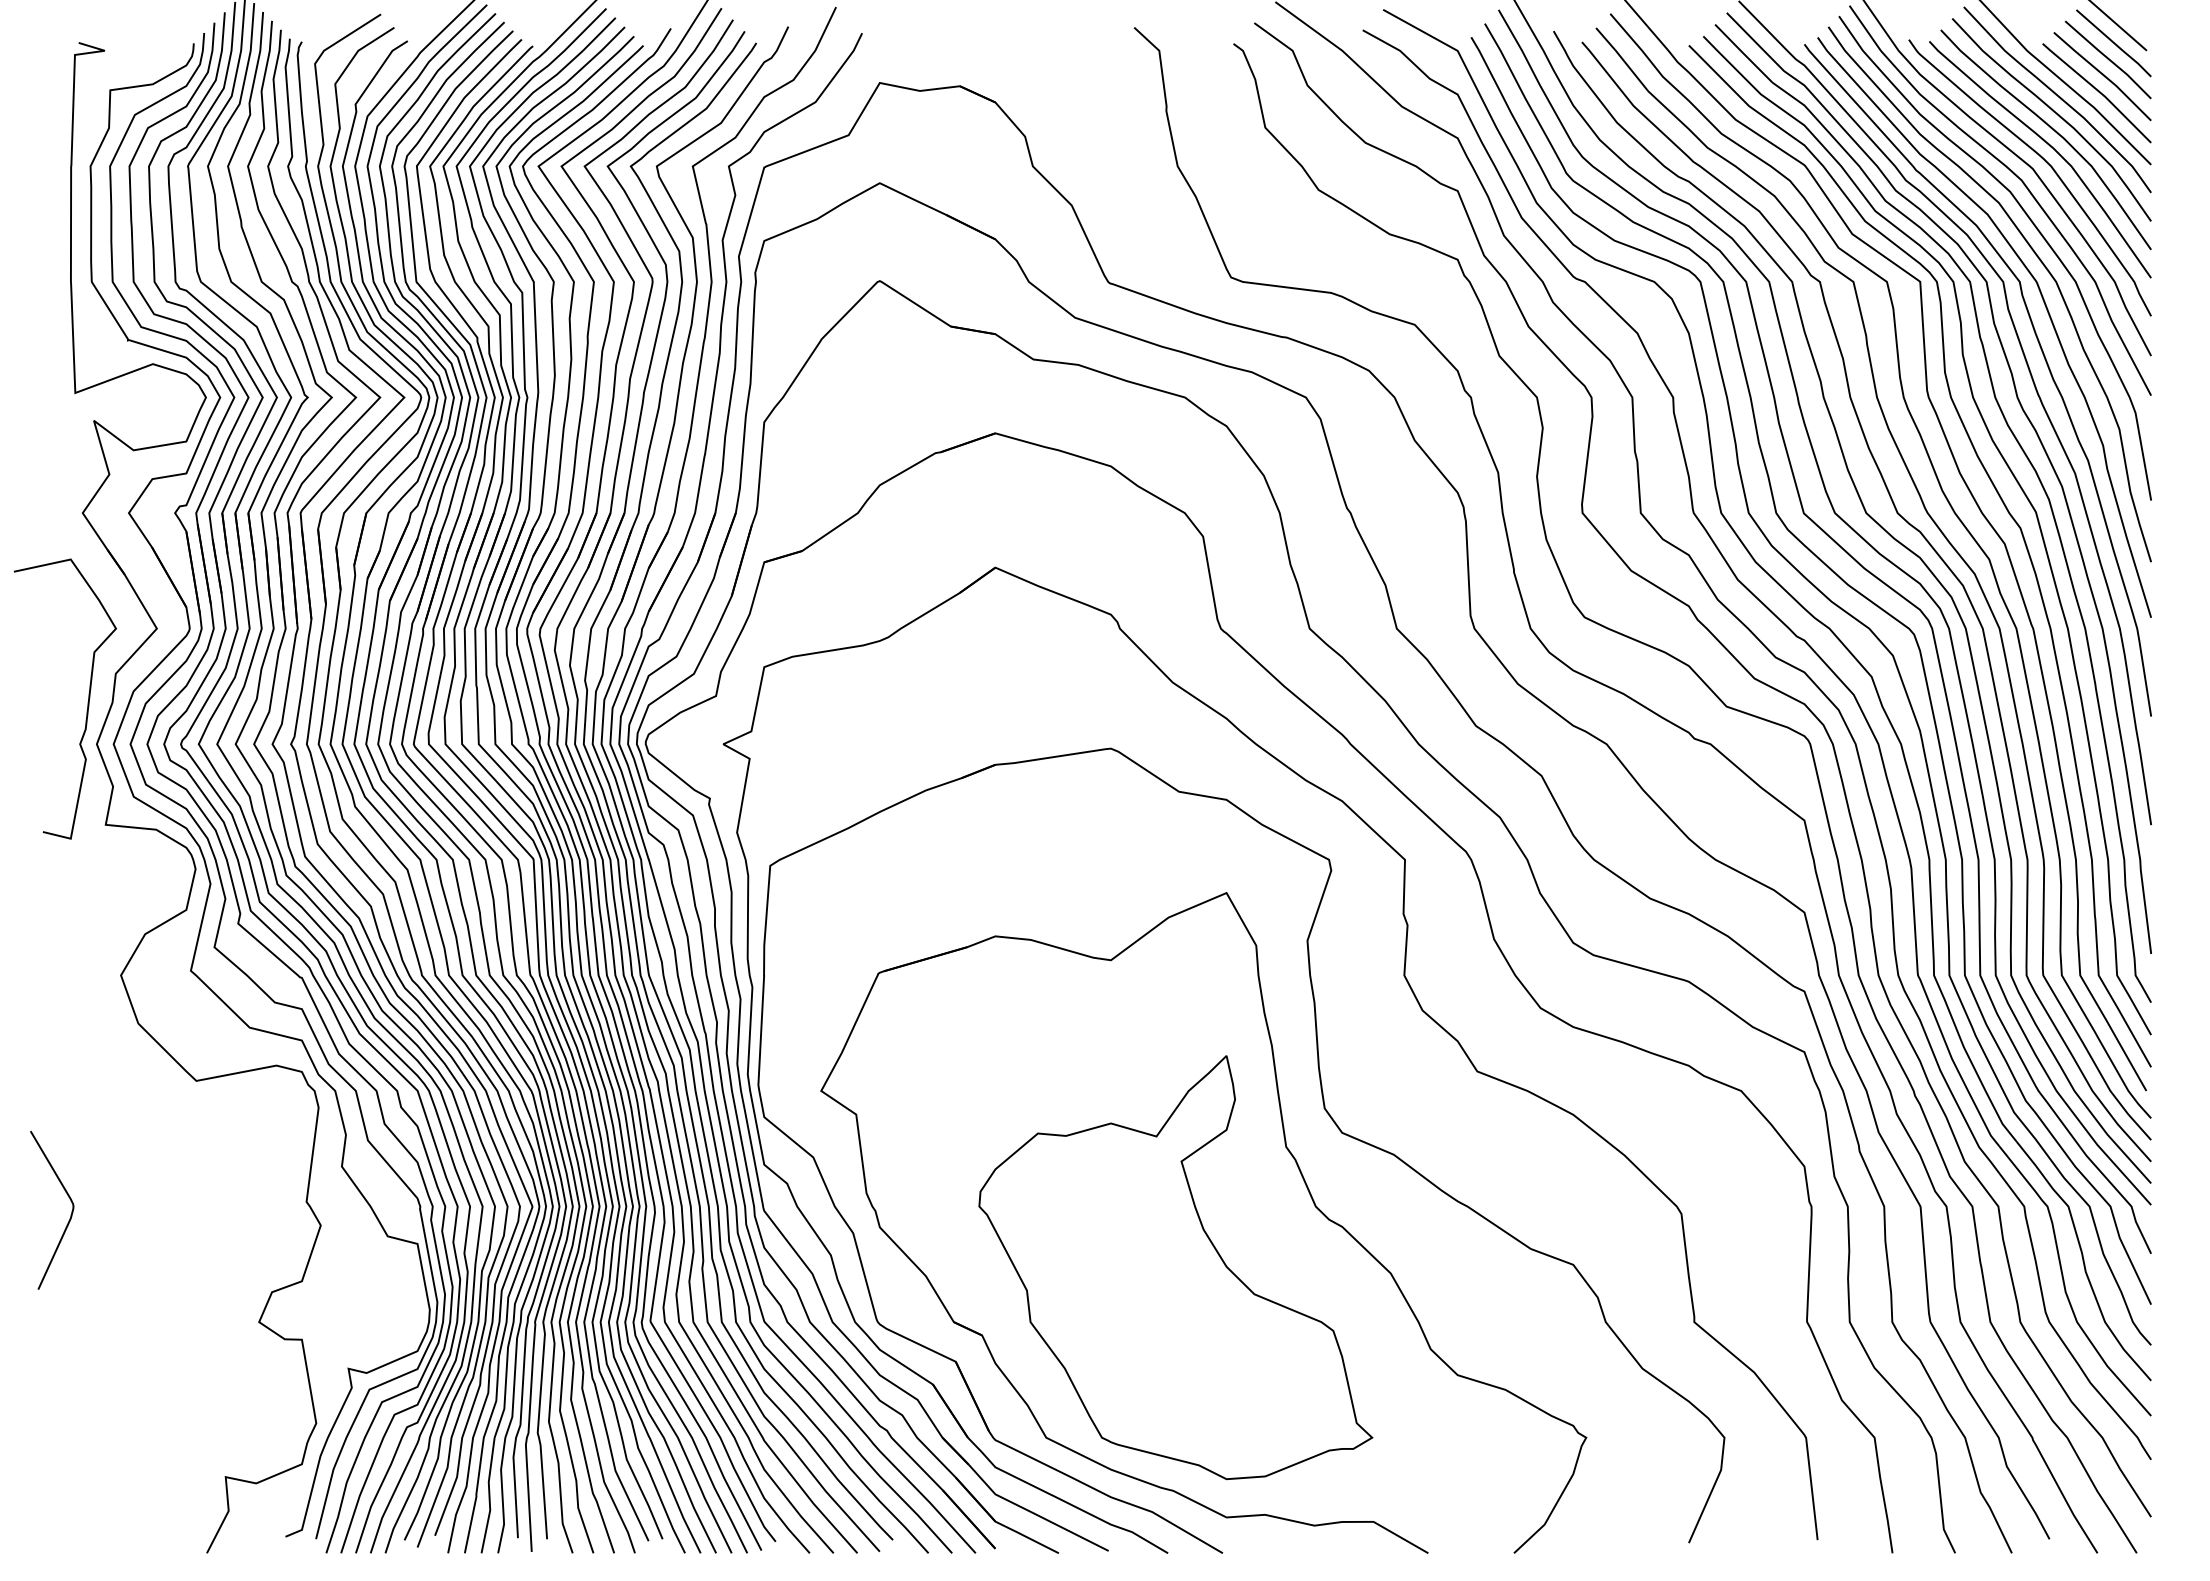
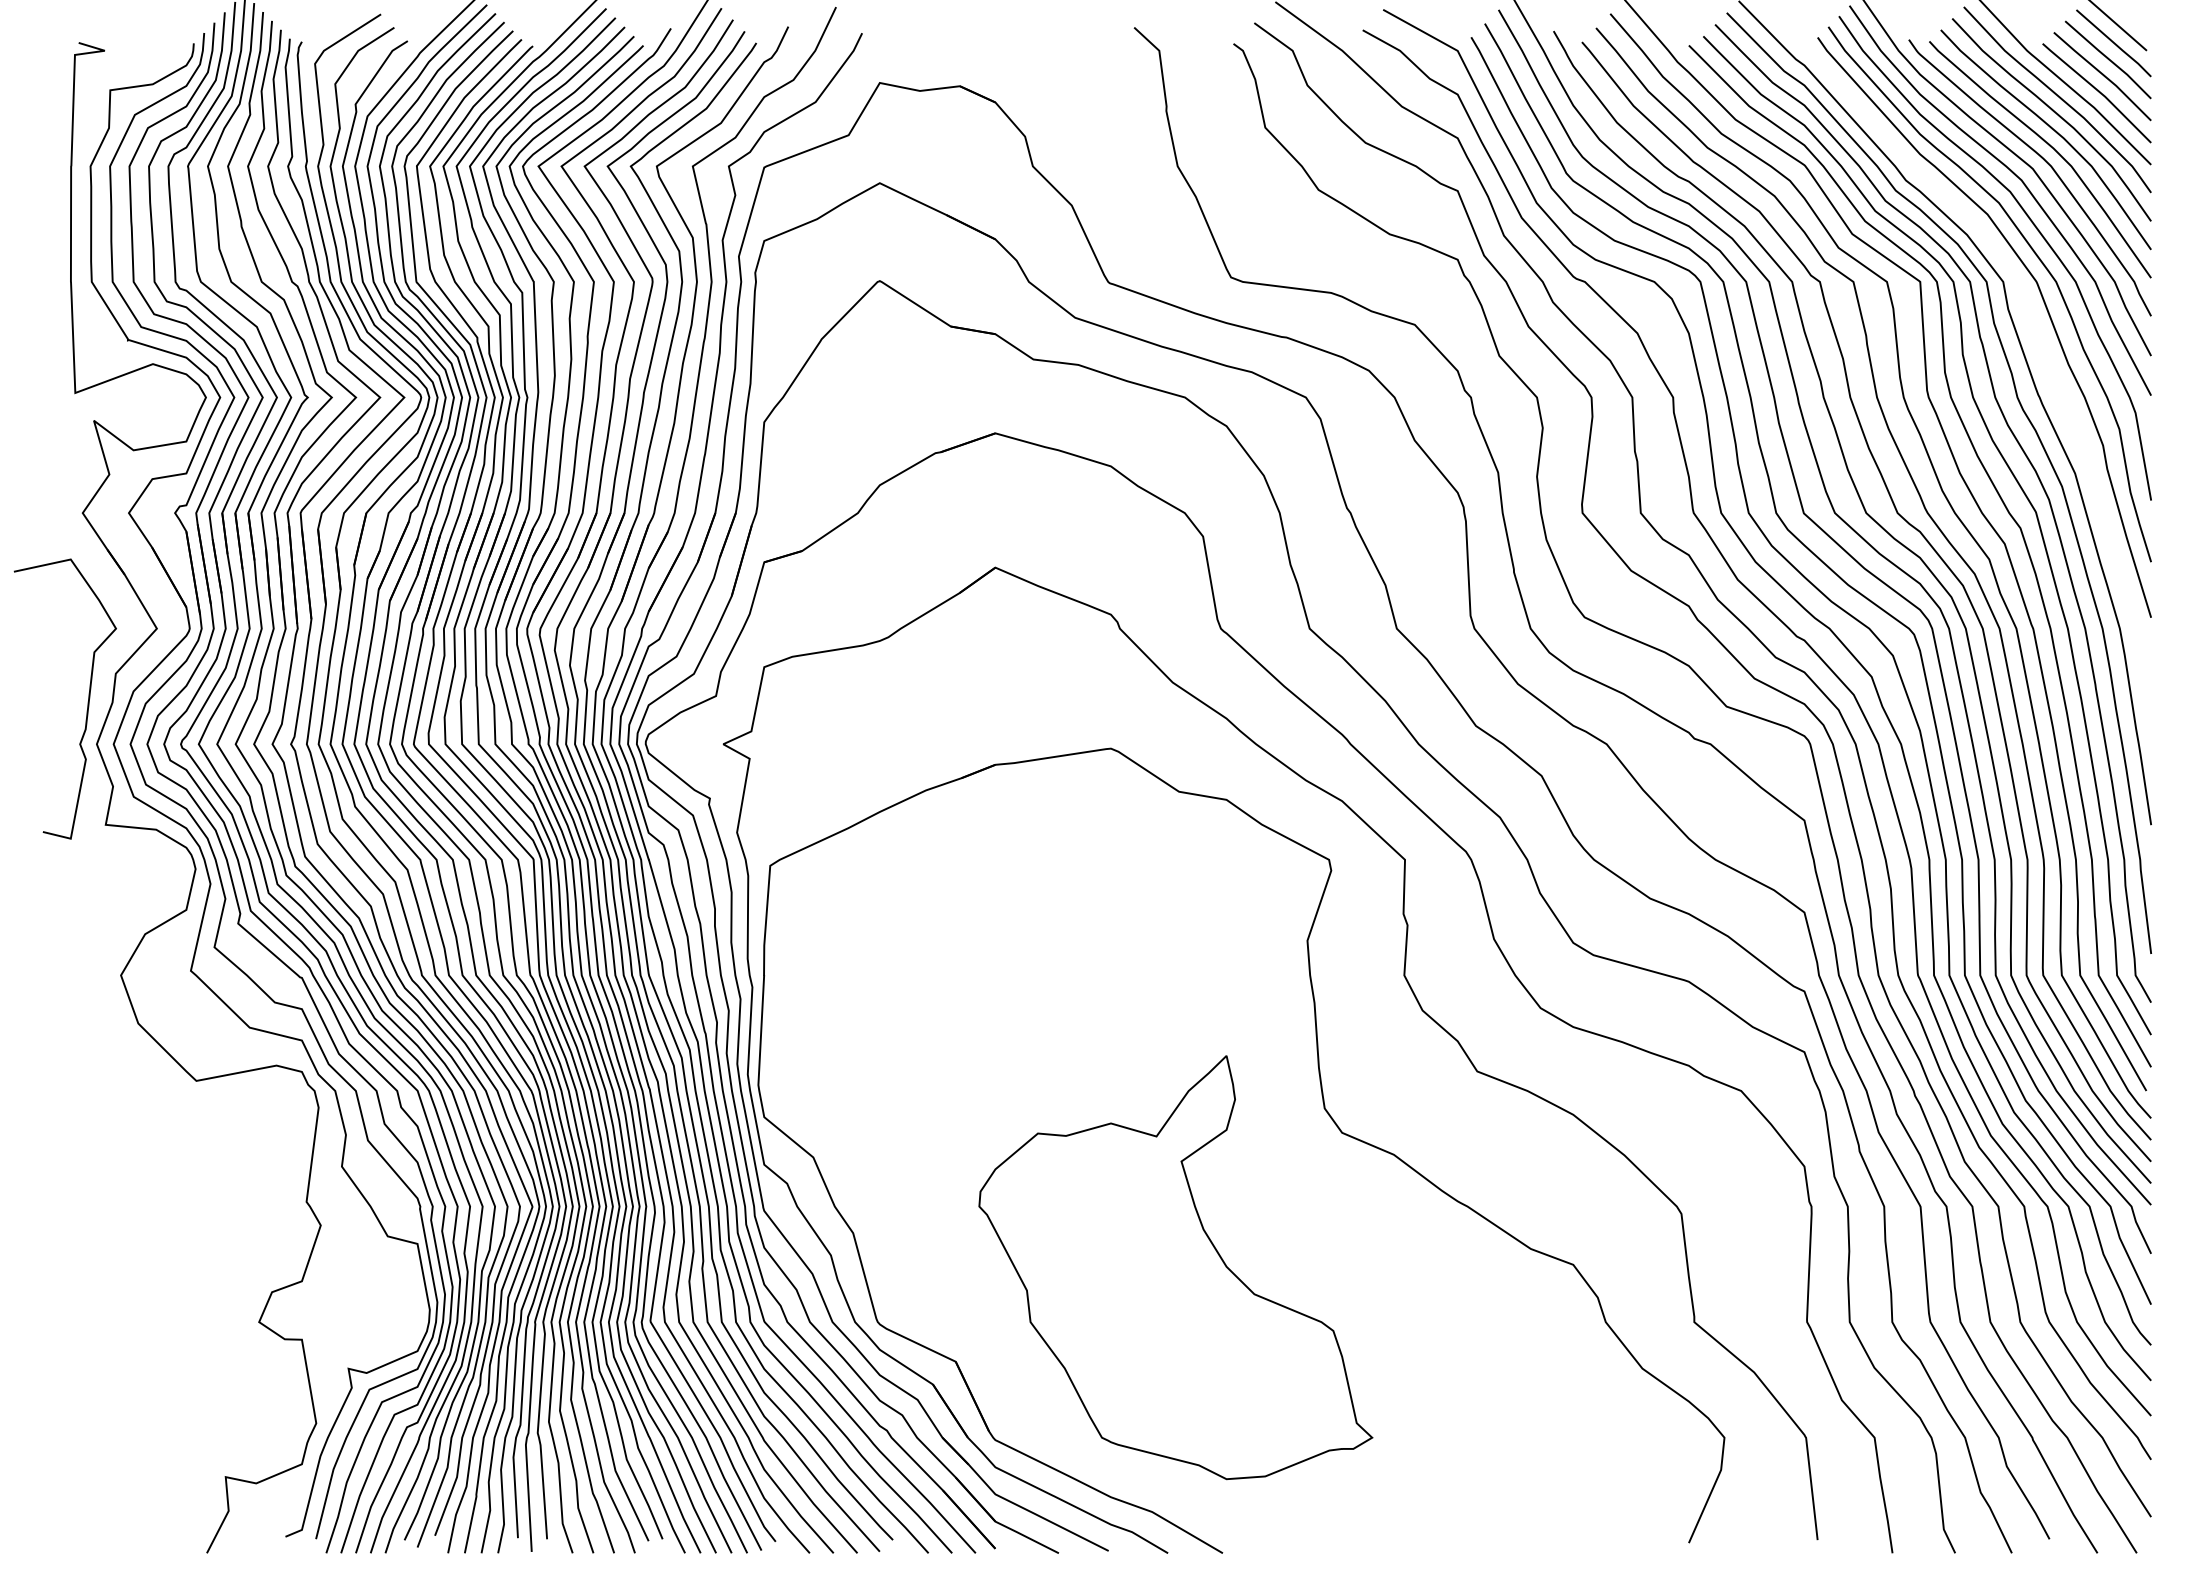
curve at (2043, 357): present -> none
part at (1303, 1181): present -> none
curve at (70, 1214): present -> none
